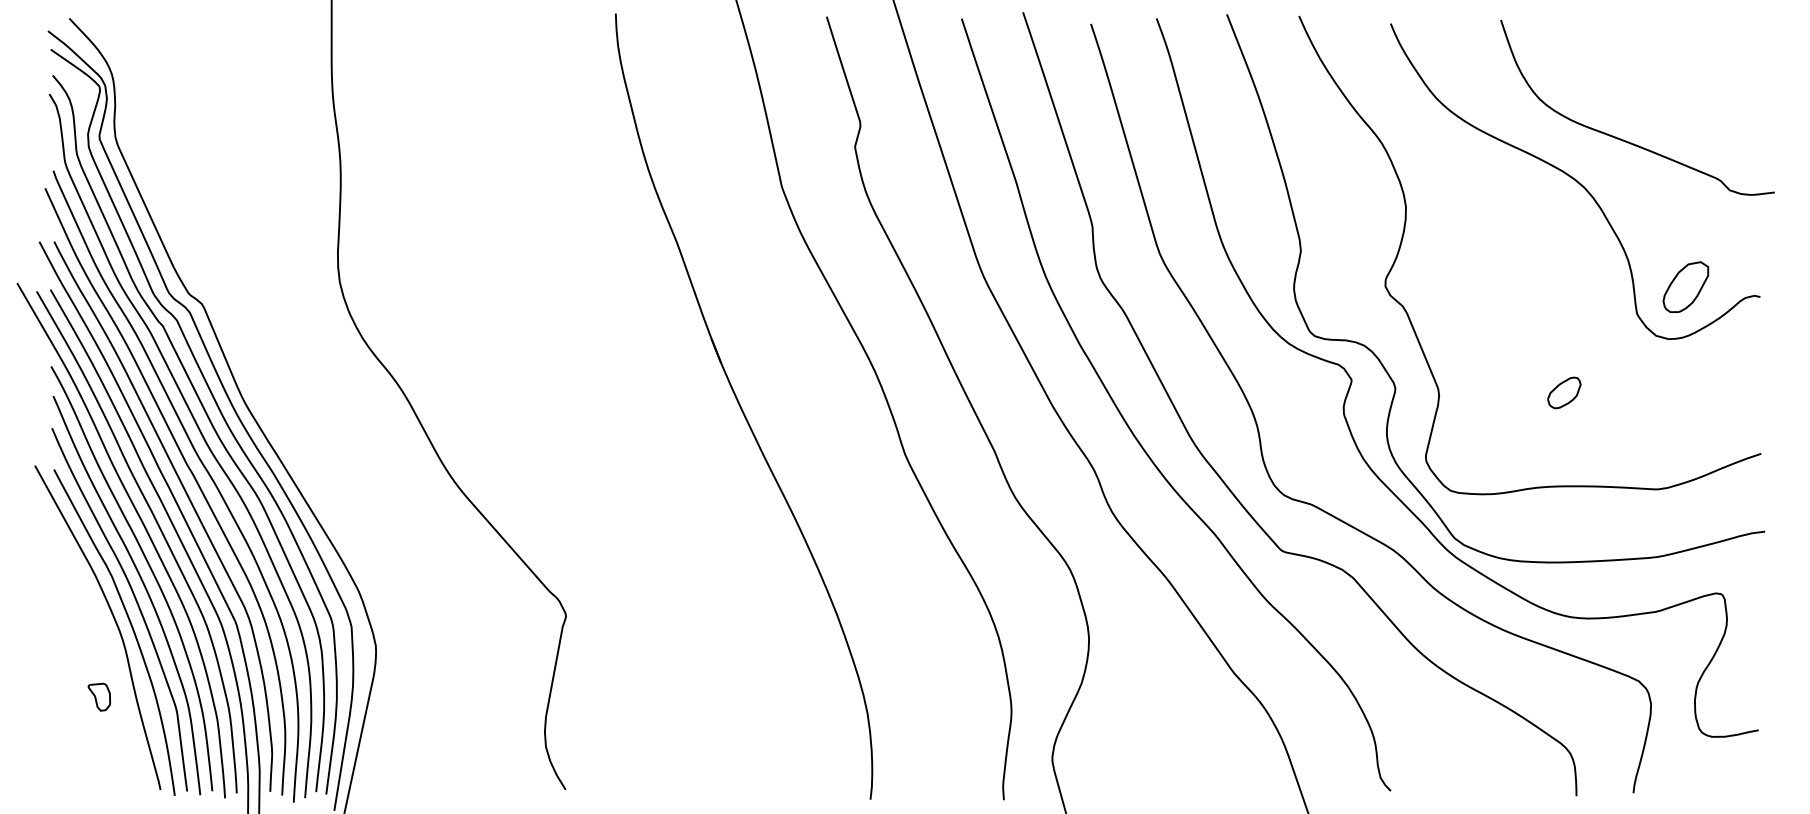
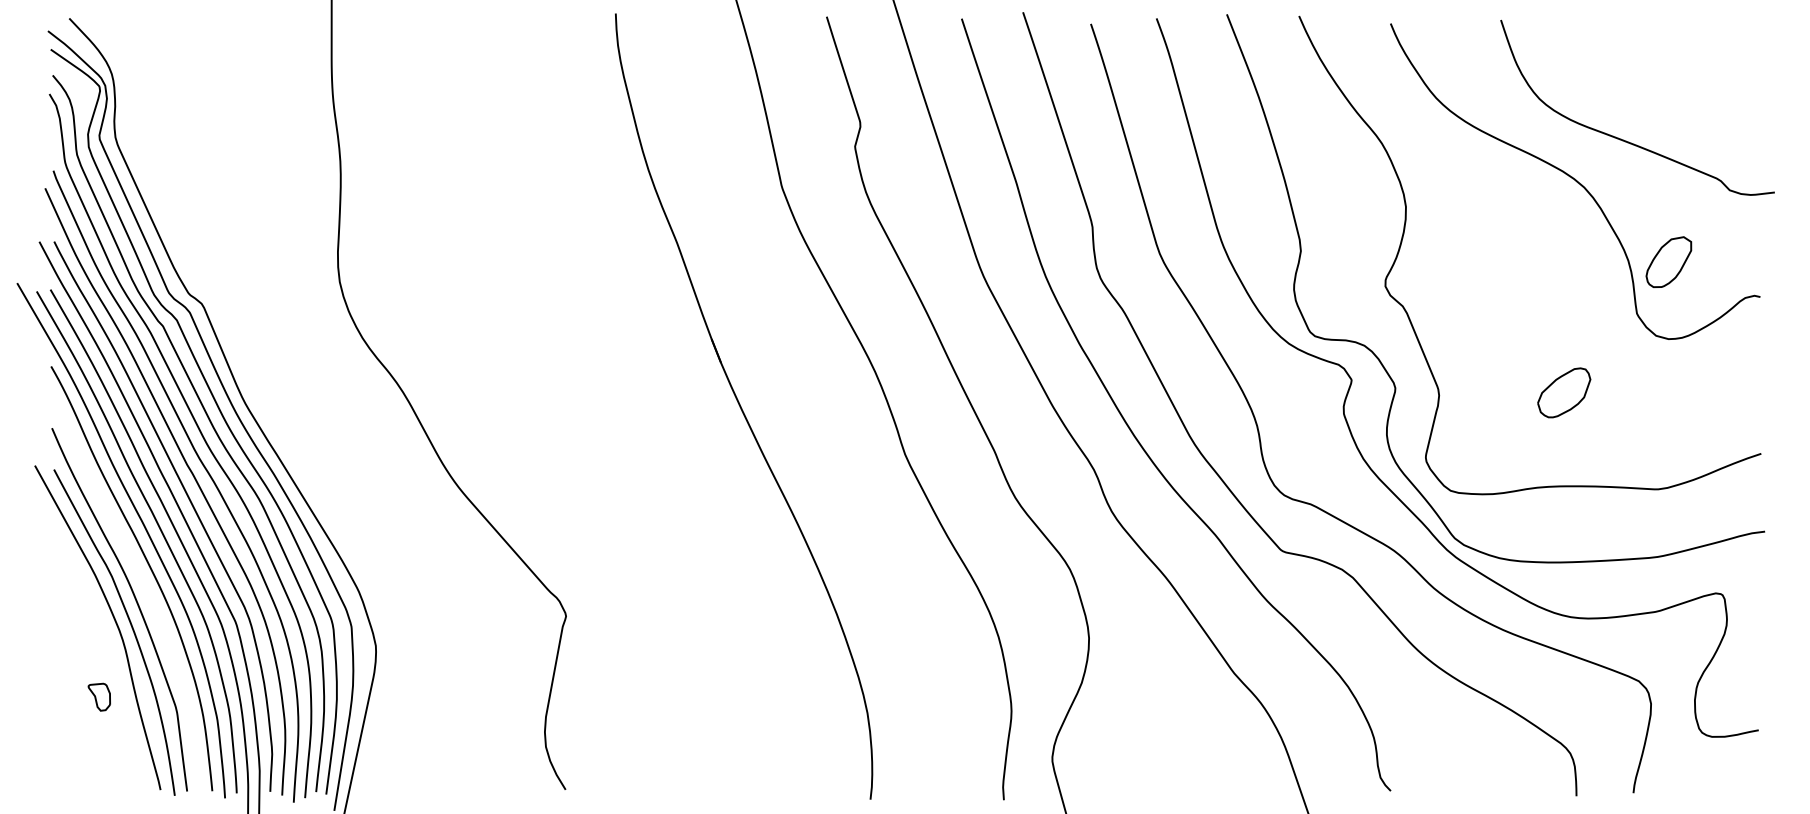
part at (1685, 286) position: (1685, 286) -> (1668, 261)
part at (1564, 392) size: 35x34 px -> 55x52 px
curve at (143, 586): present -> none
